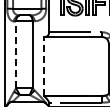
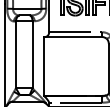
line at (15, 54): dashed -> solid
line at (44, 65): dashed -> solid
